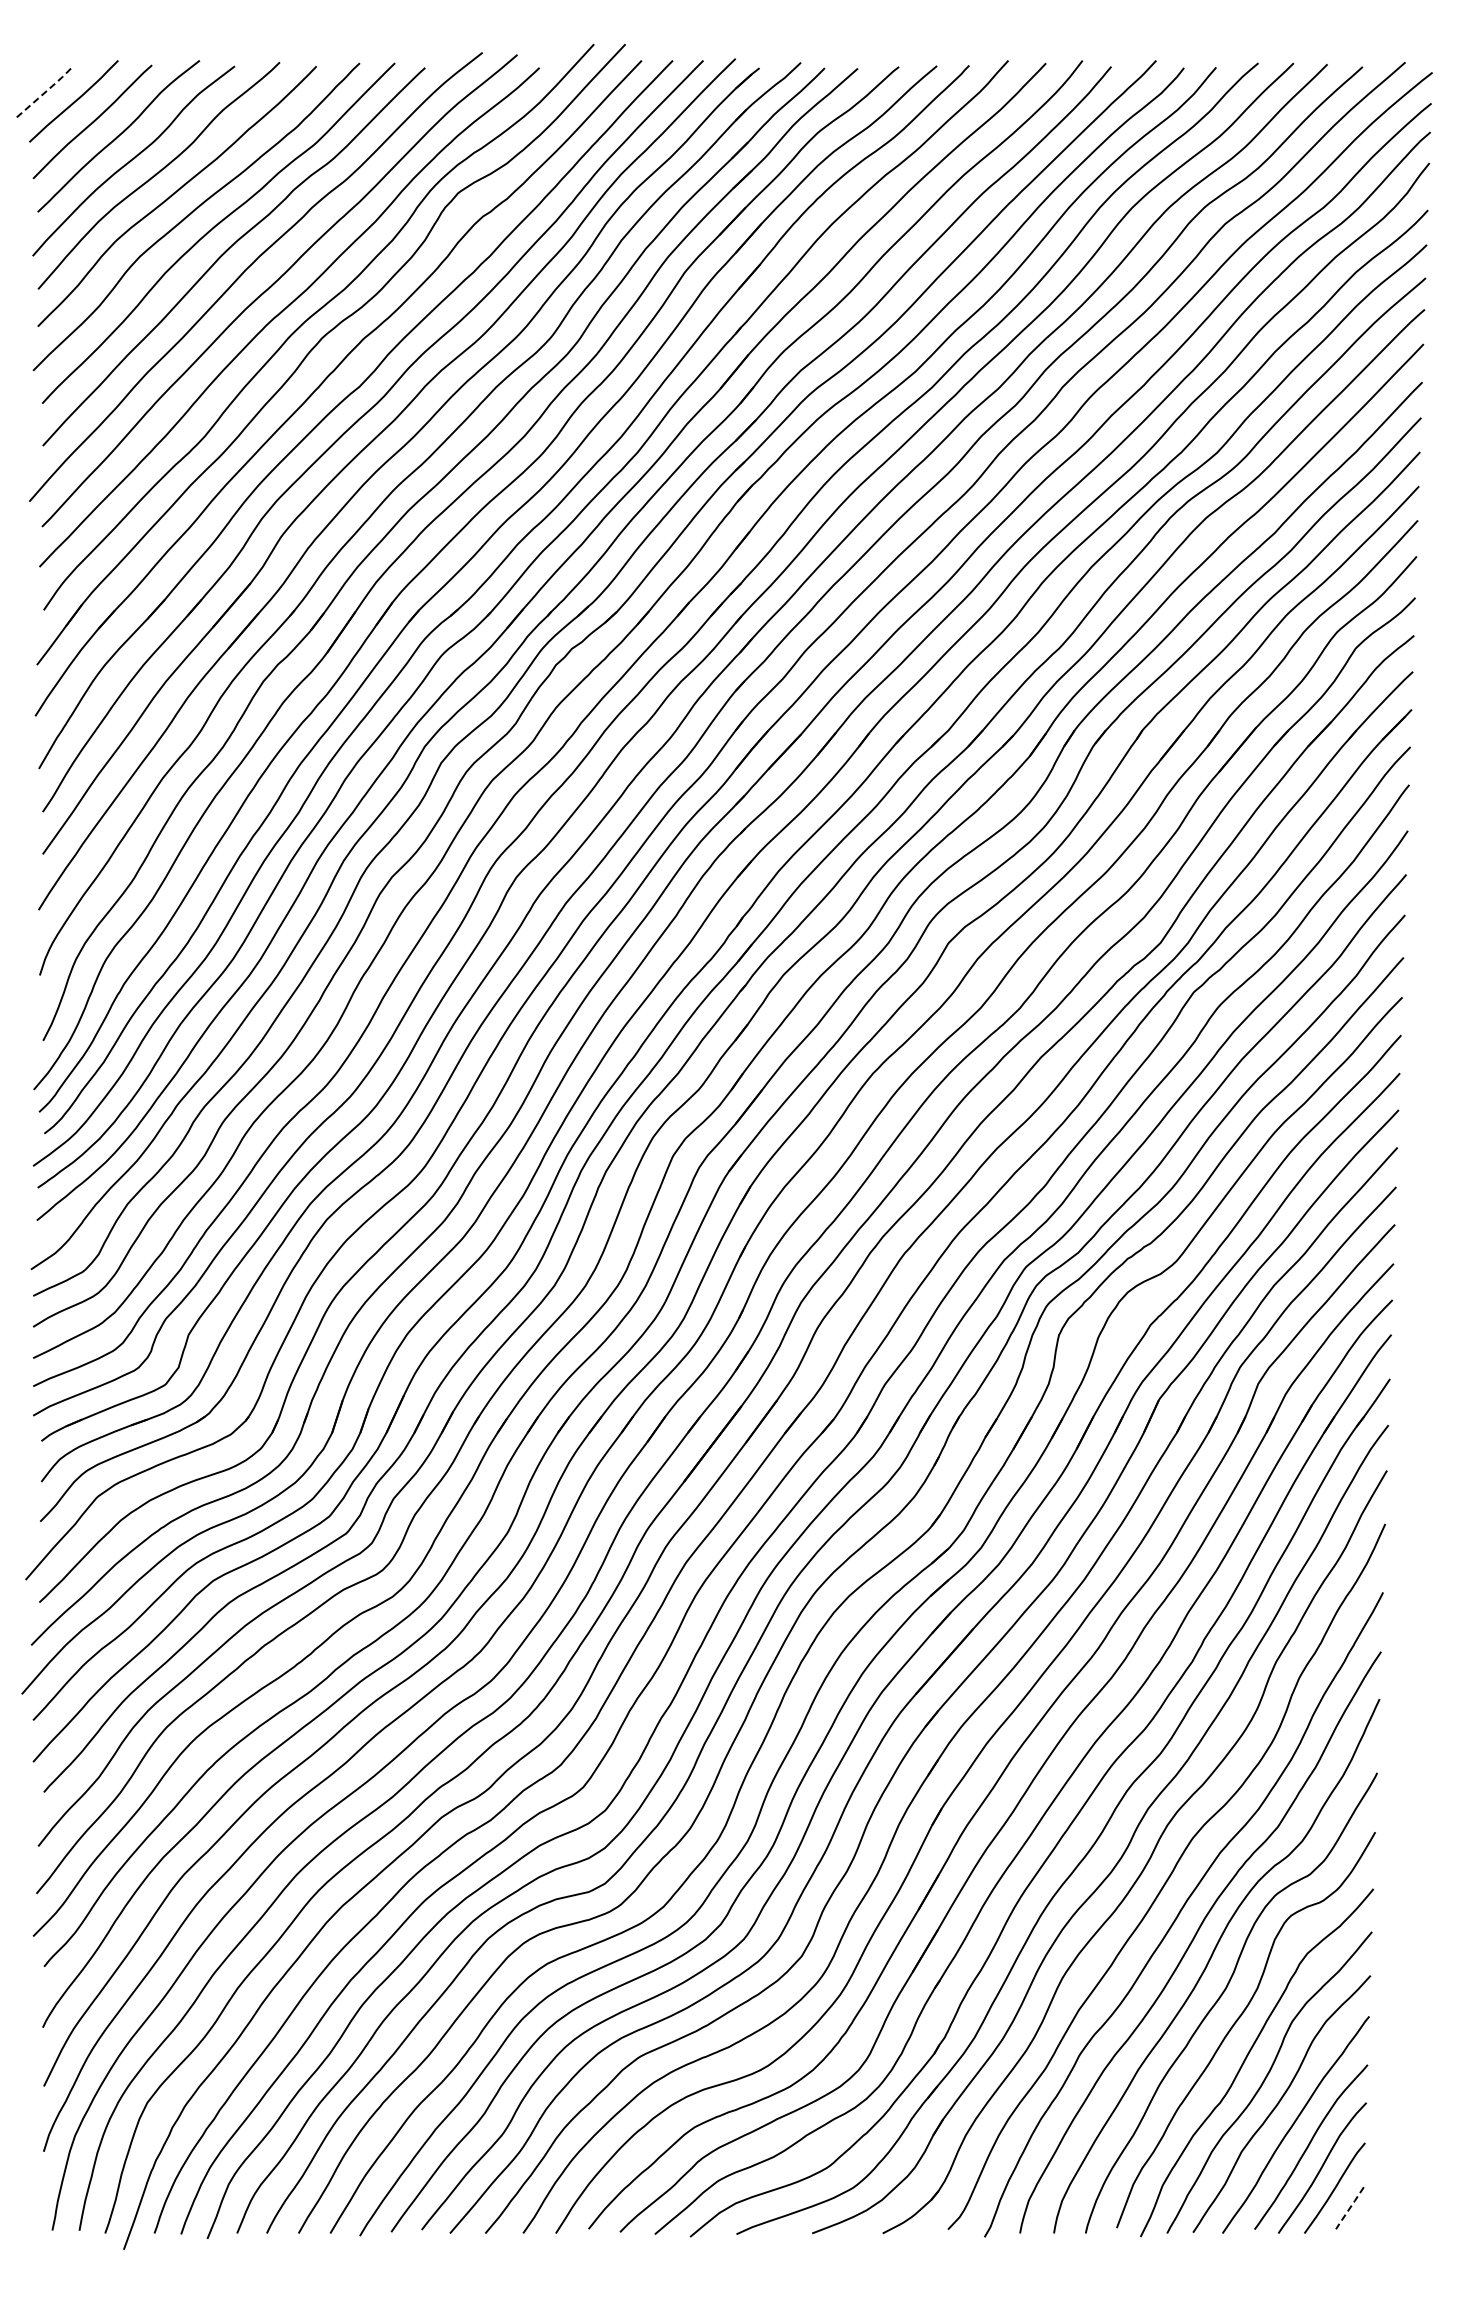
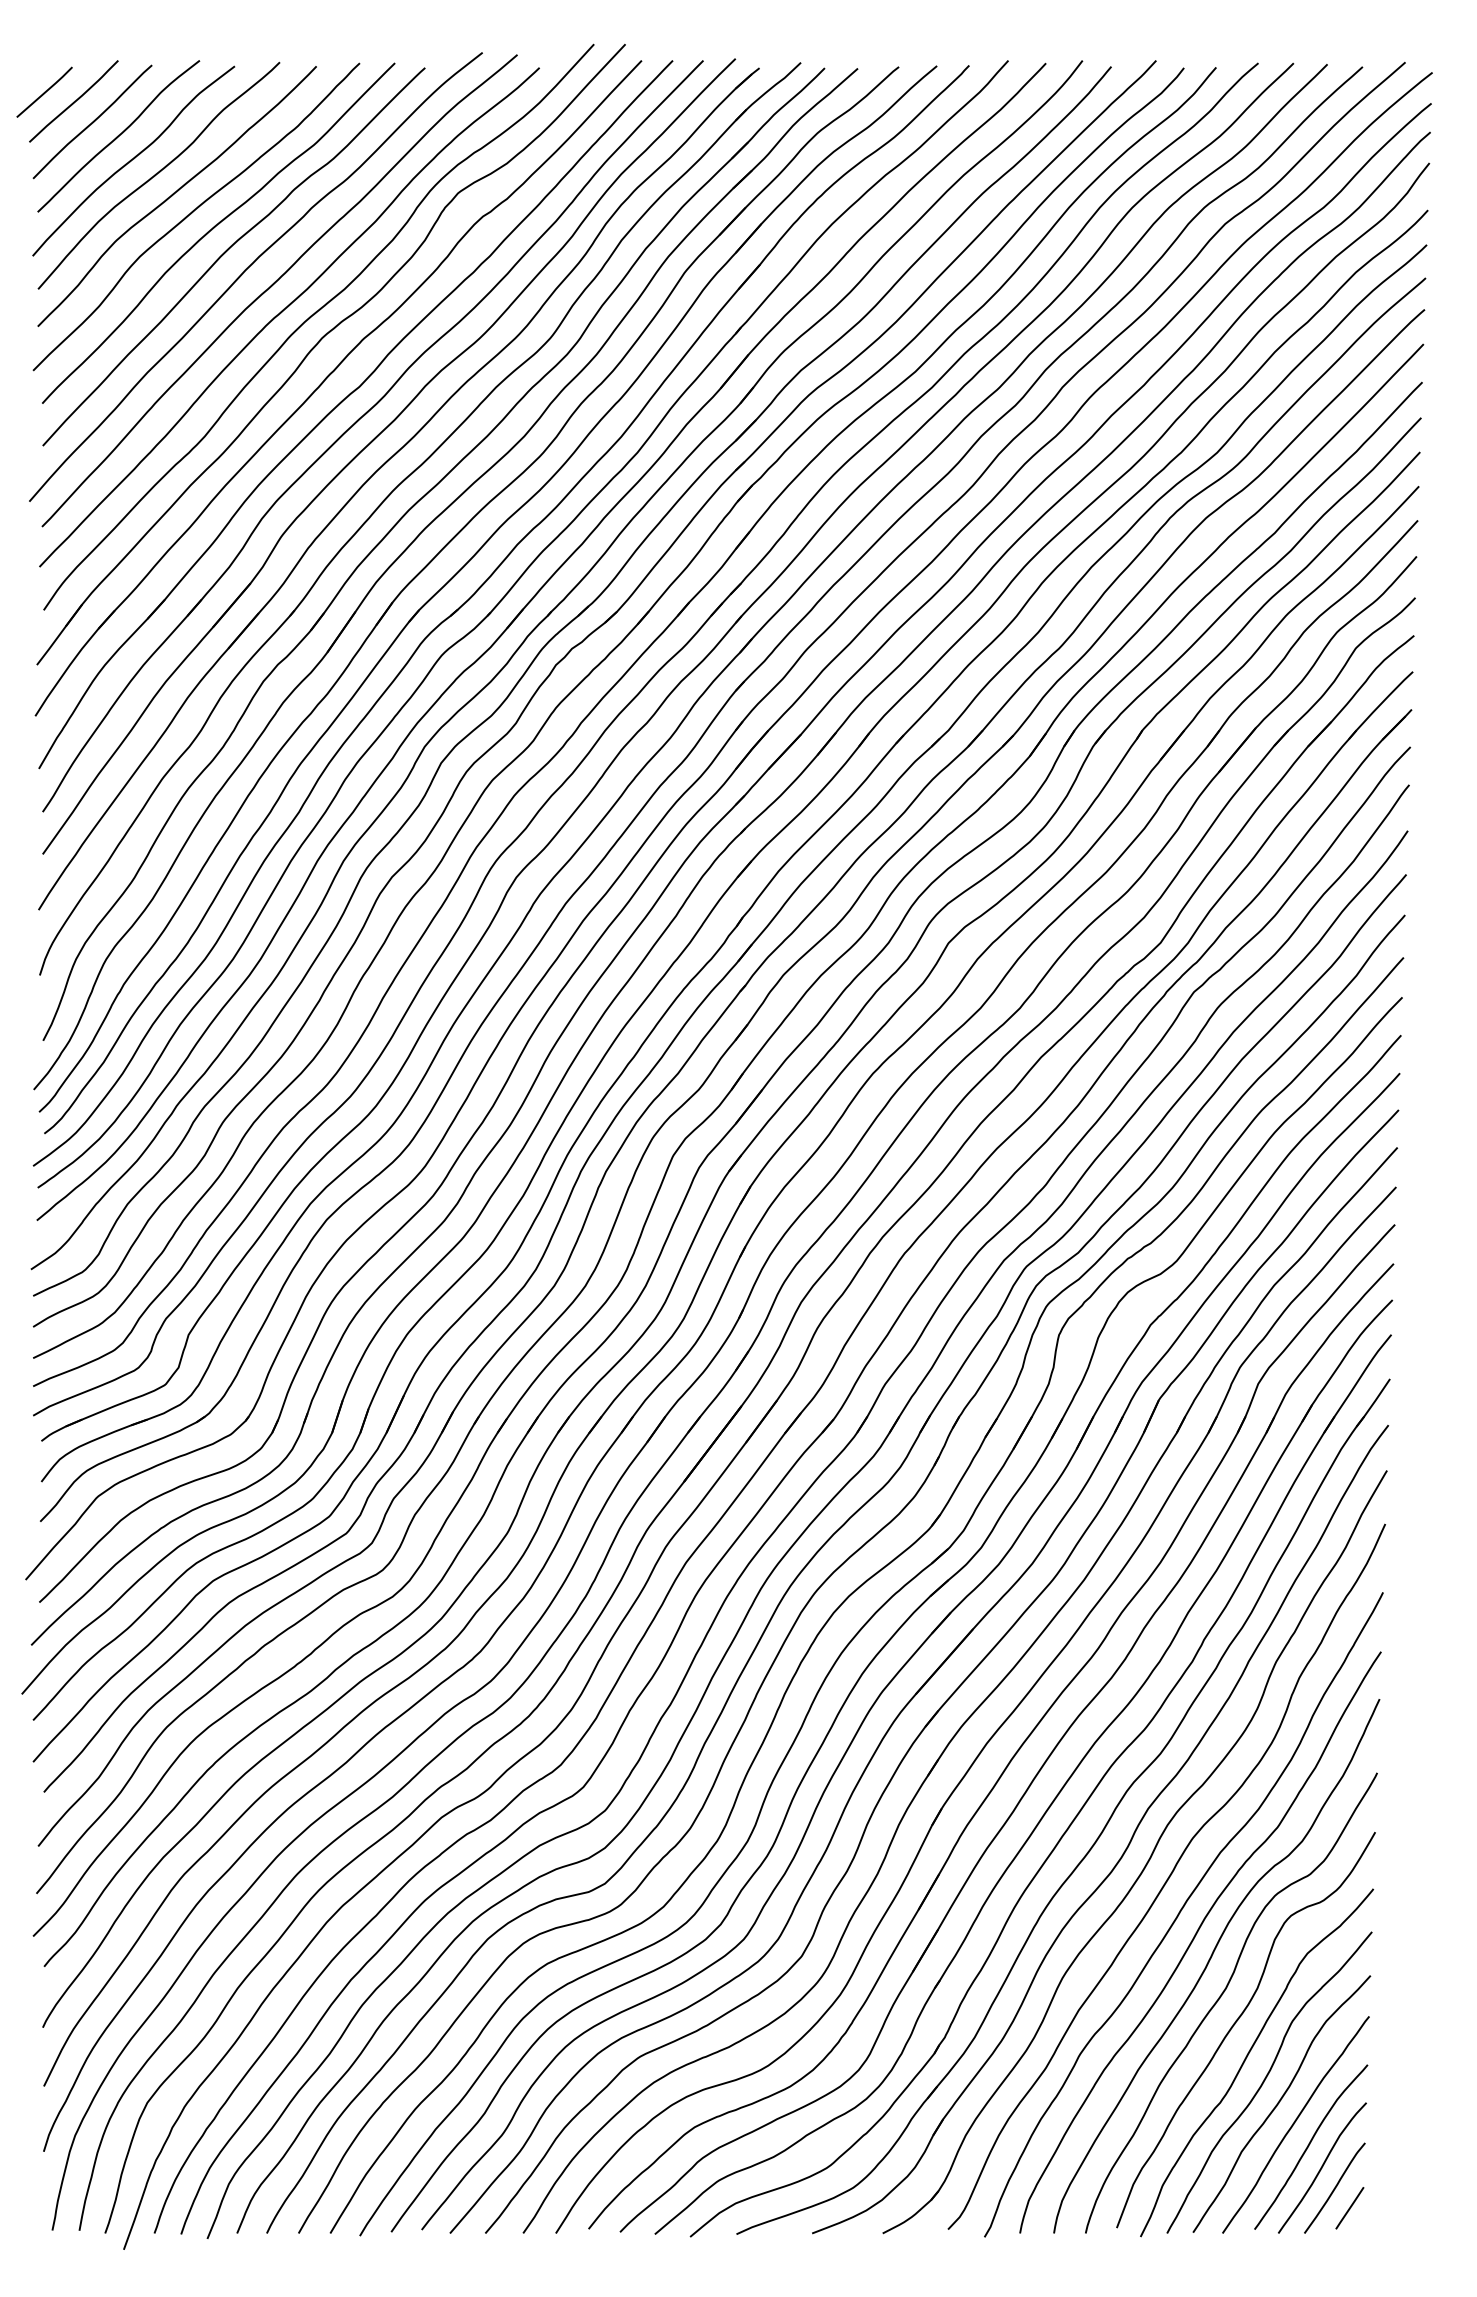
line at (46, 91): dashed -> solid
line at (1350, 2208): dashed -> solid
